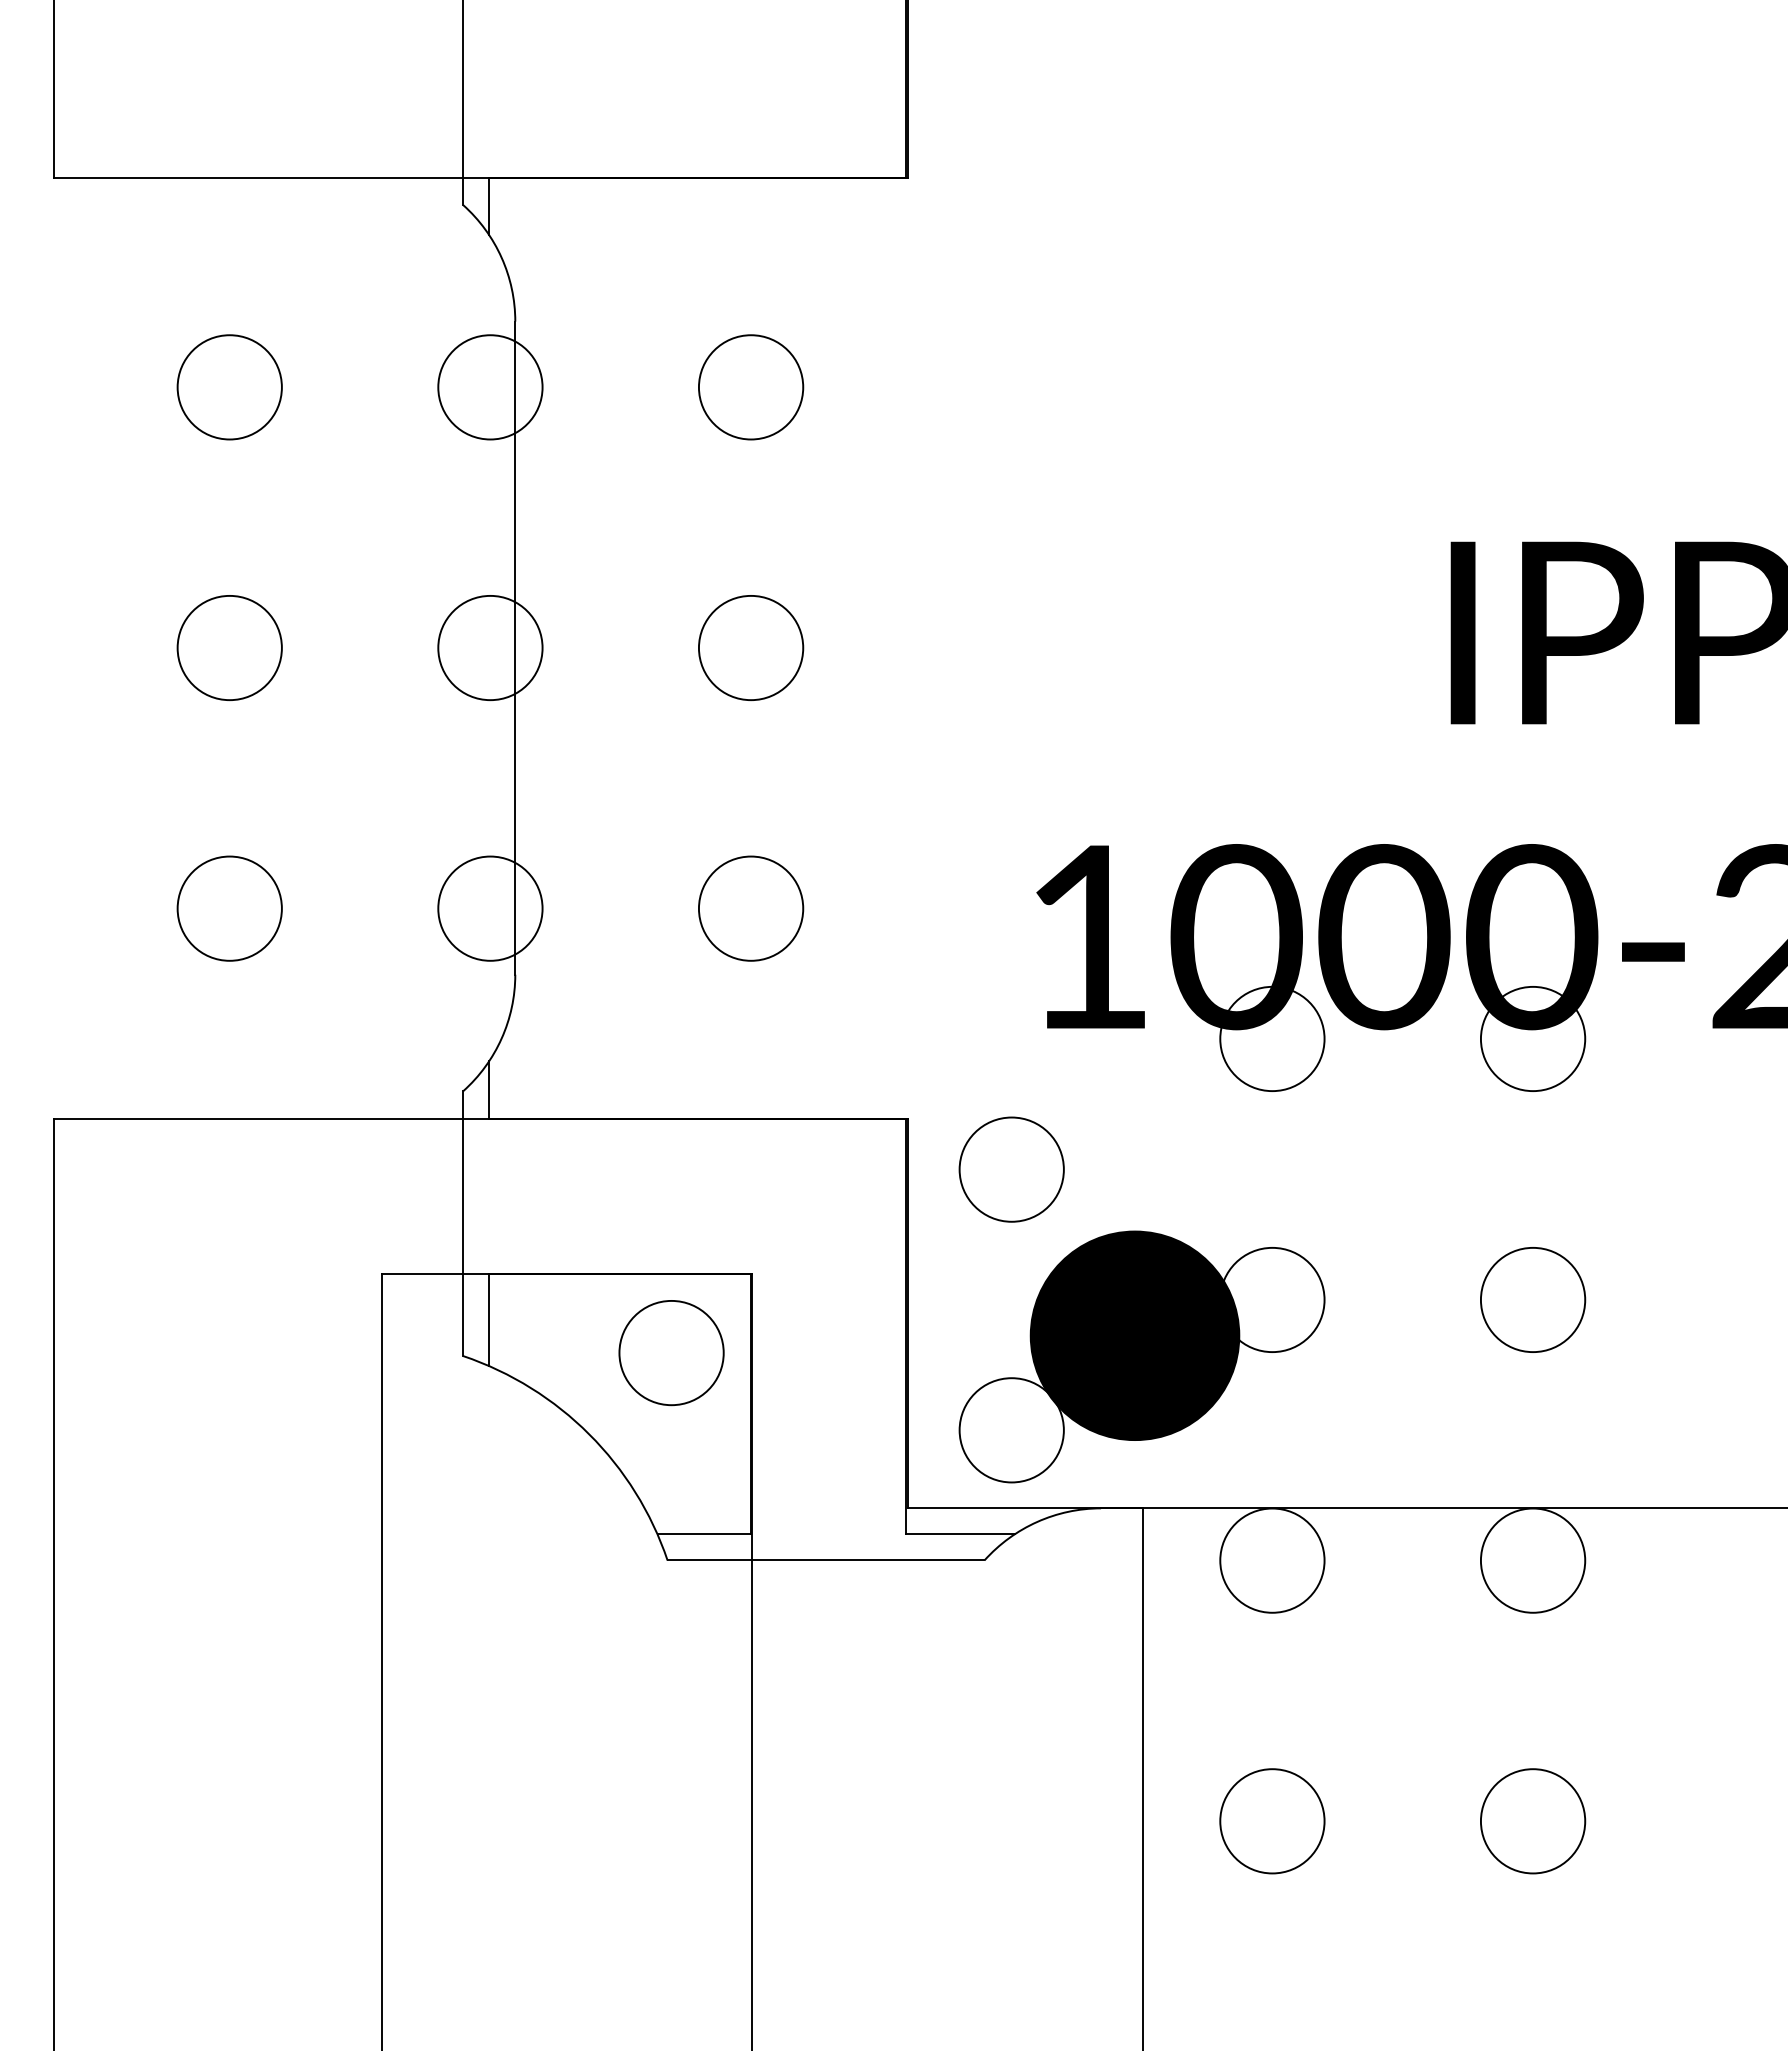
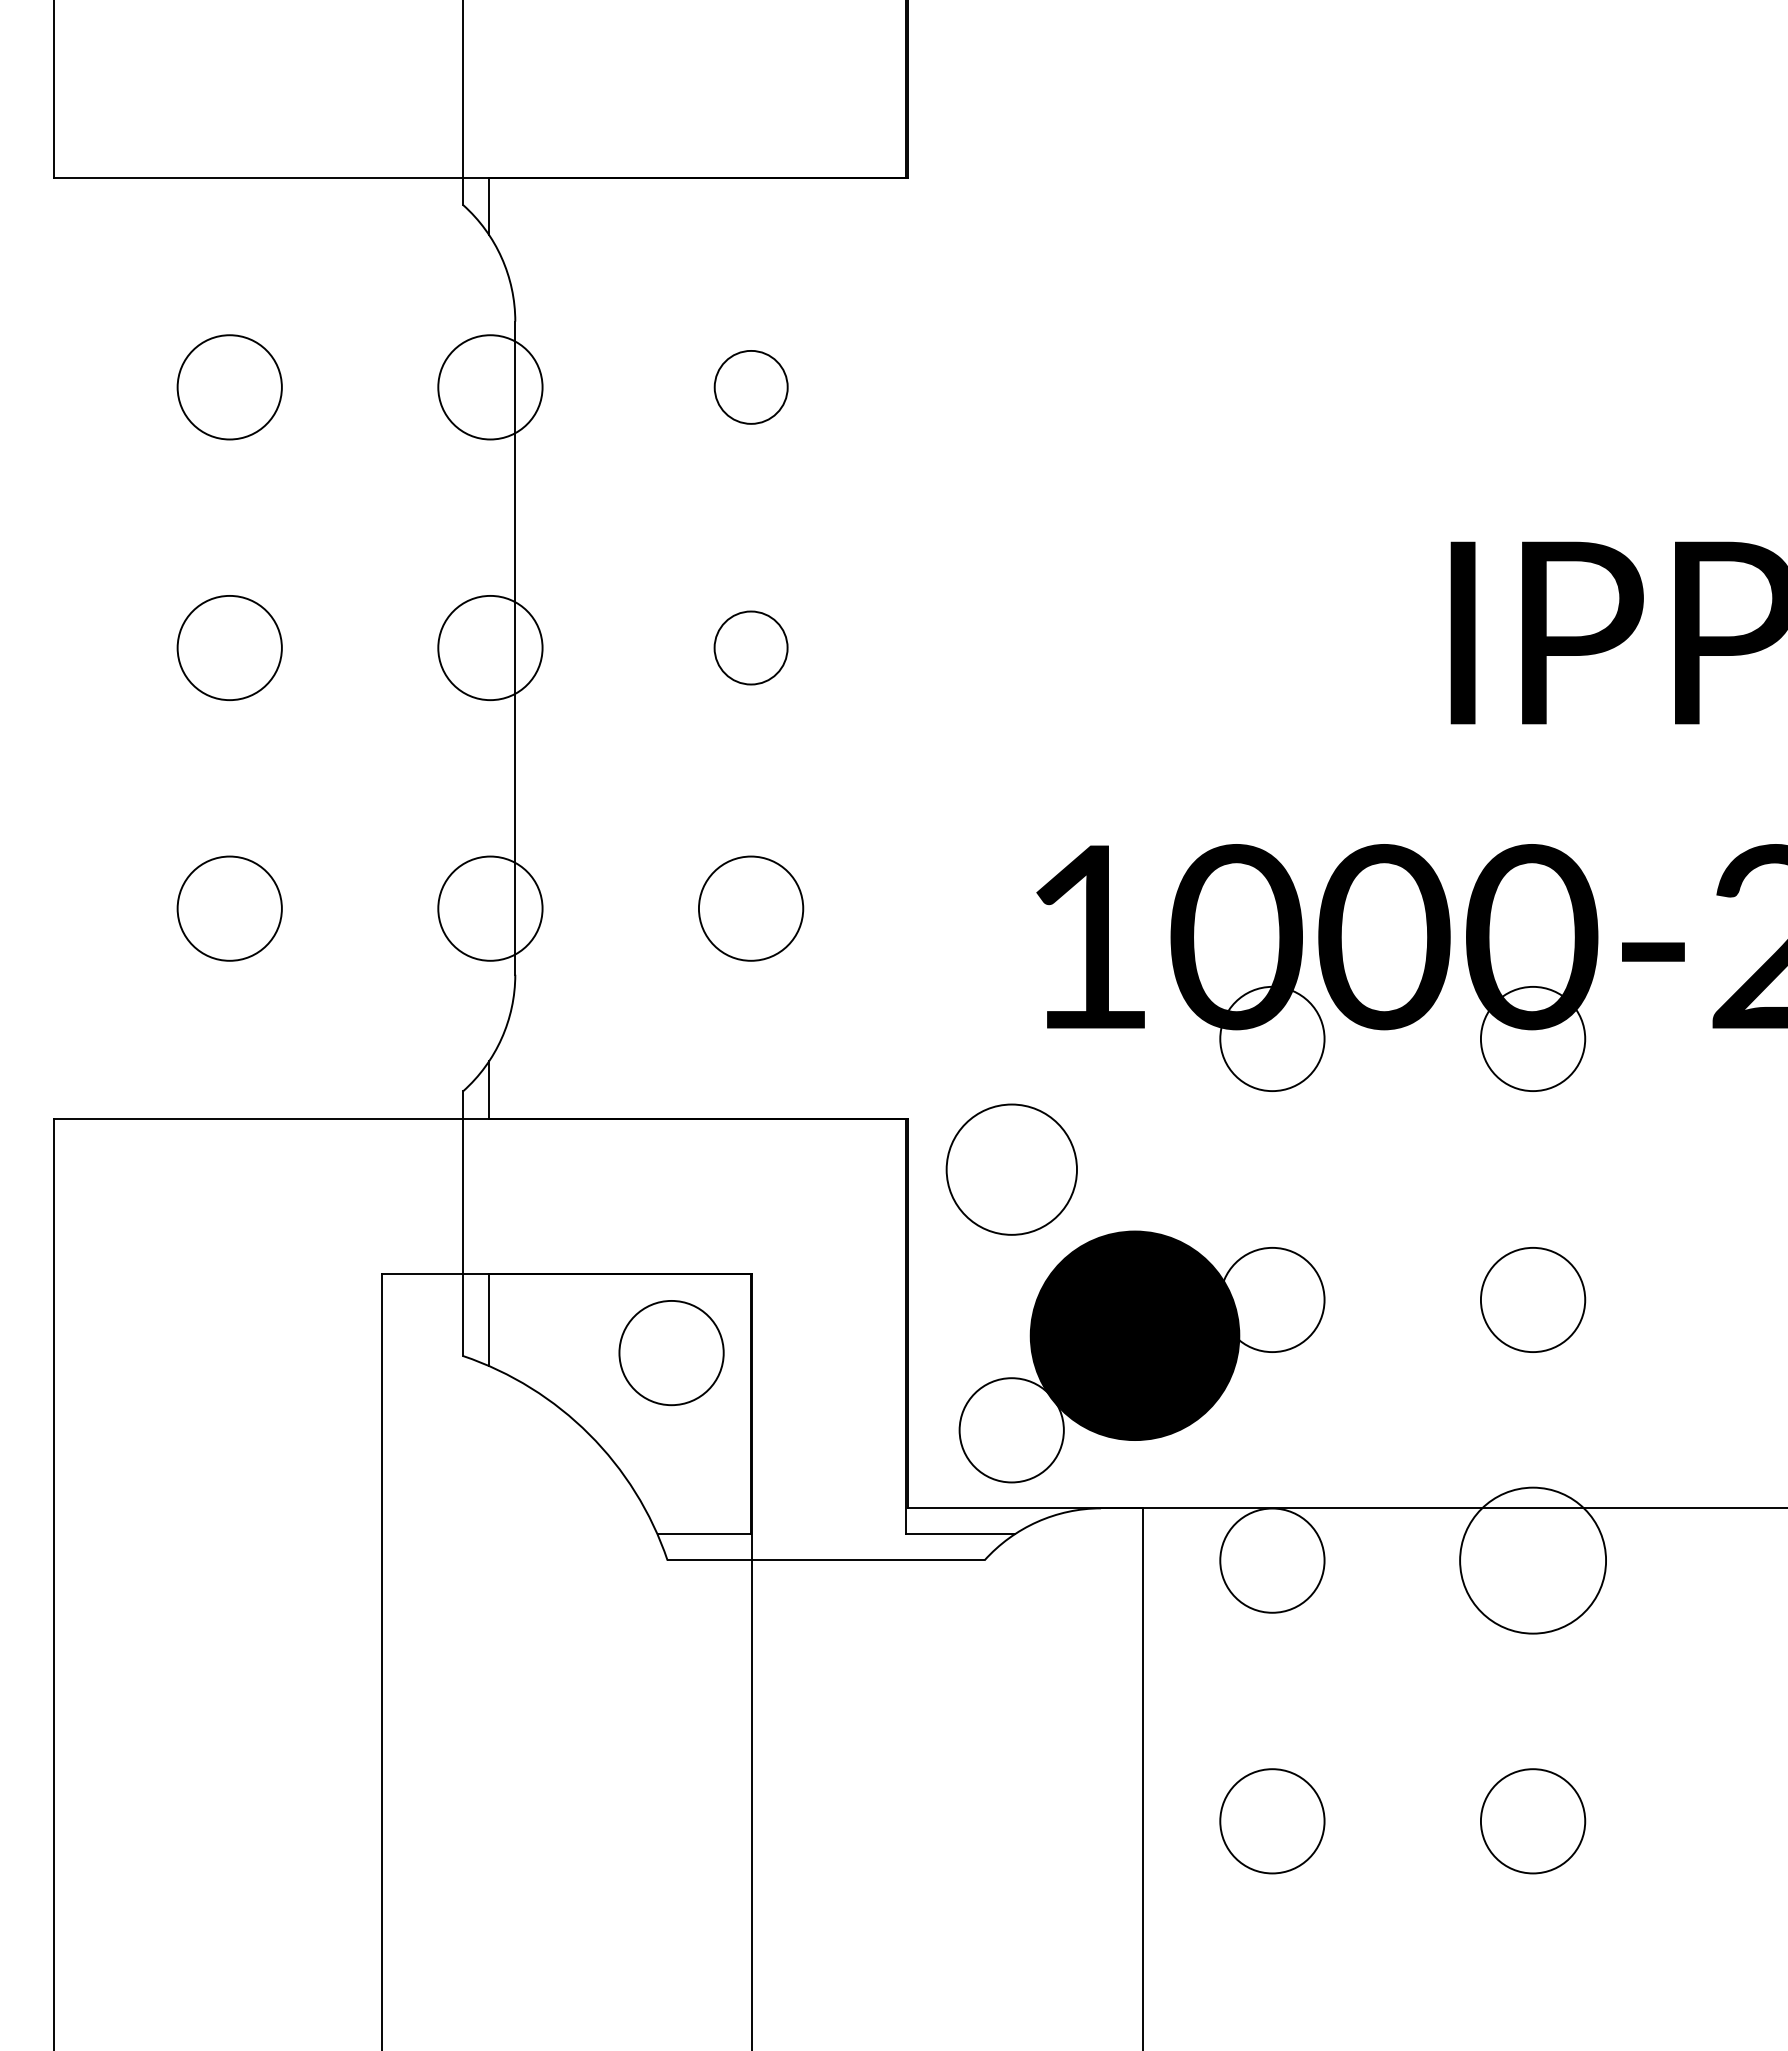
circle at (751, 387) size: 107x107 px -> 76x75 px
circle at (750, 647) diameter: 104 px -> 73 px
circle at (1011, 1169) size: 107x107 px -> 133x133 px
circle at (1532, 1560) diameter: 104 px -> 146 px
